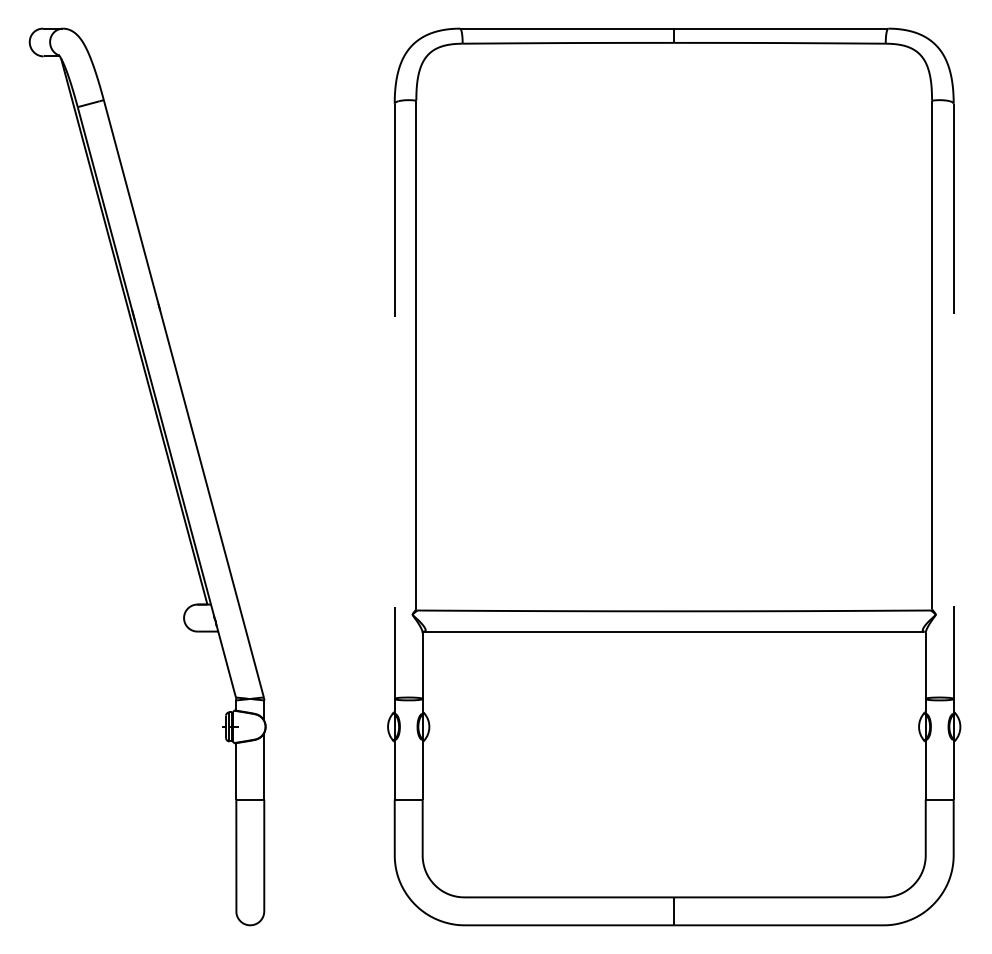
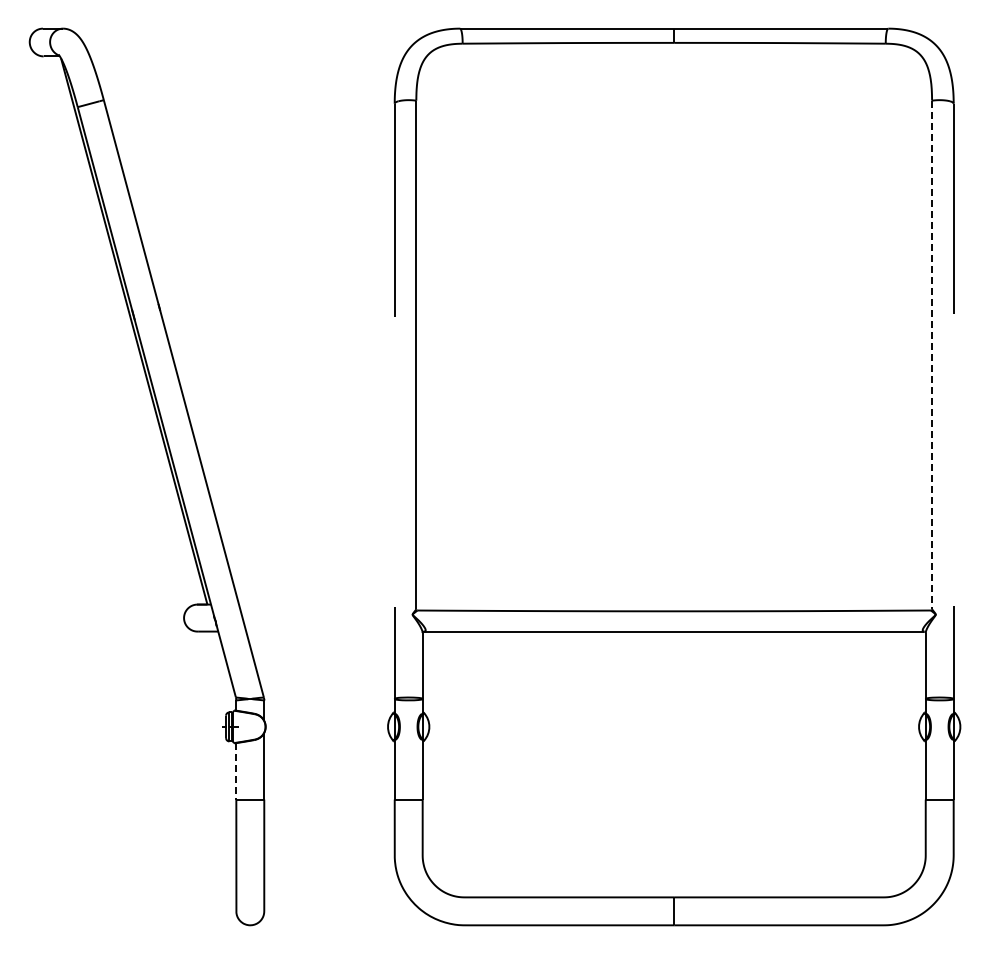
line at (932, 355): solid -> dashed
line at (236, 771): solid -> dashed
